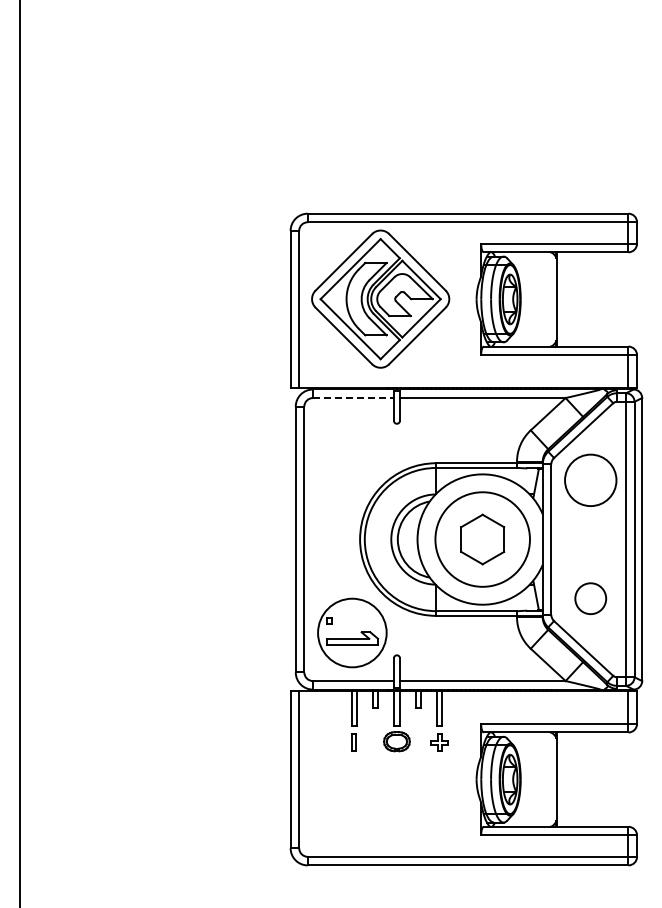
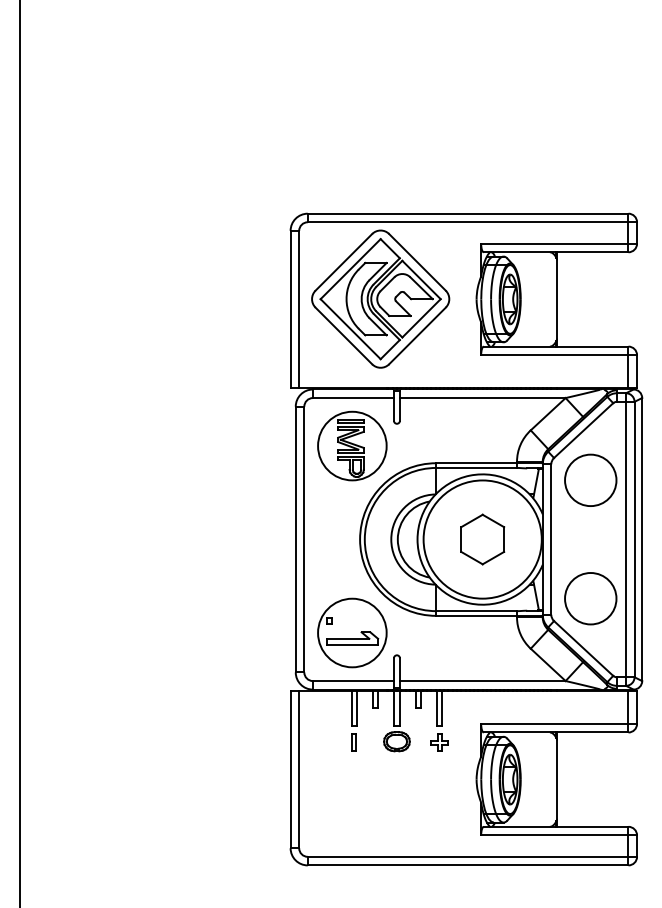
line at (353, 398): dashed -> solid
part at (352, 445): none -> present
circle at (482, 539) diameter: 95 px -> 118 px
circle at (590, 598) diameter: 31 px -> 51 px
